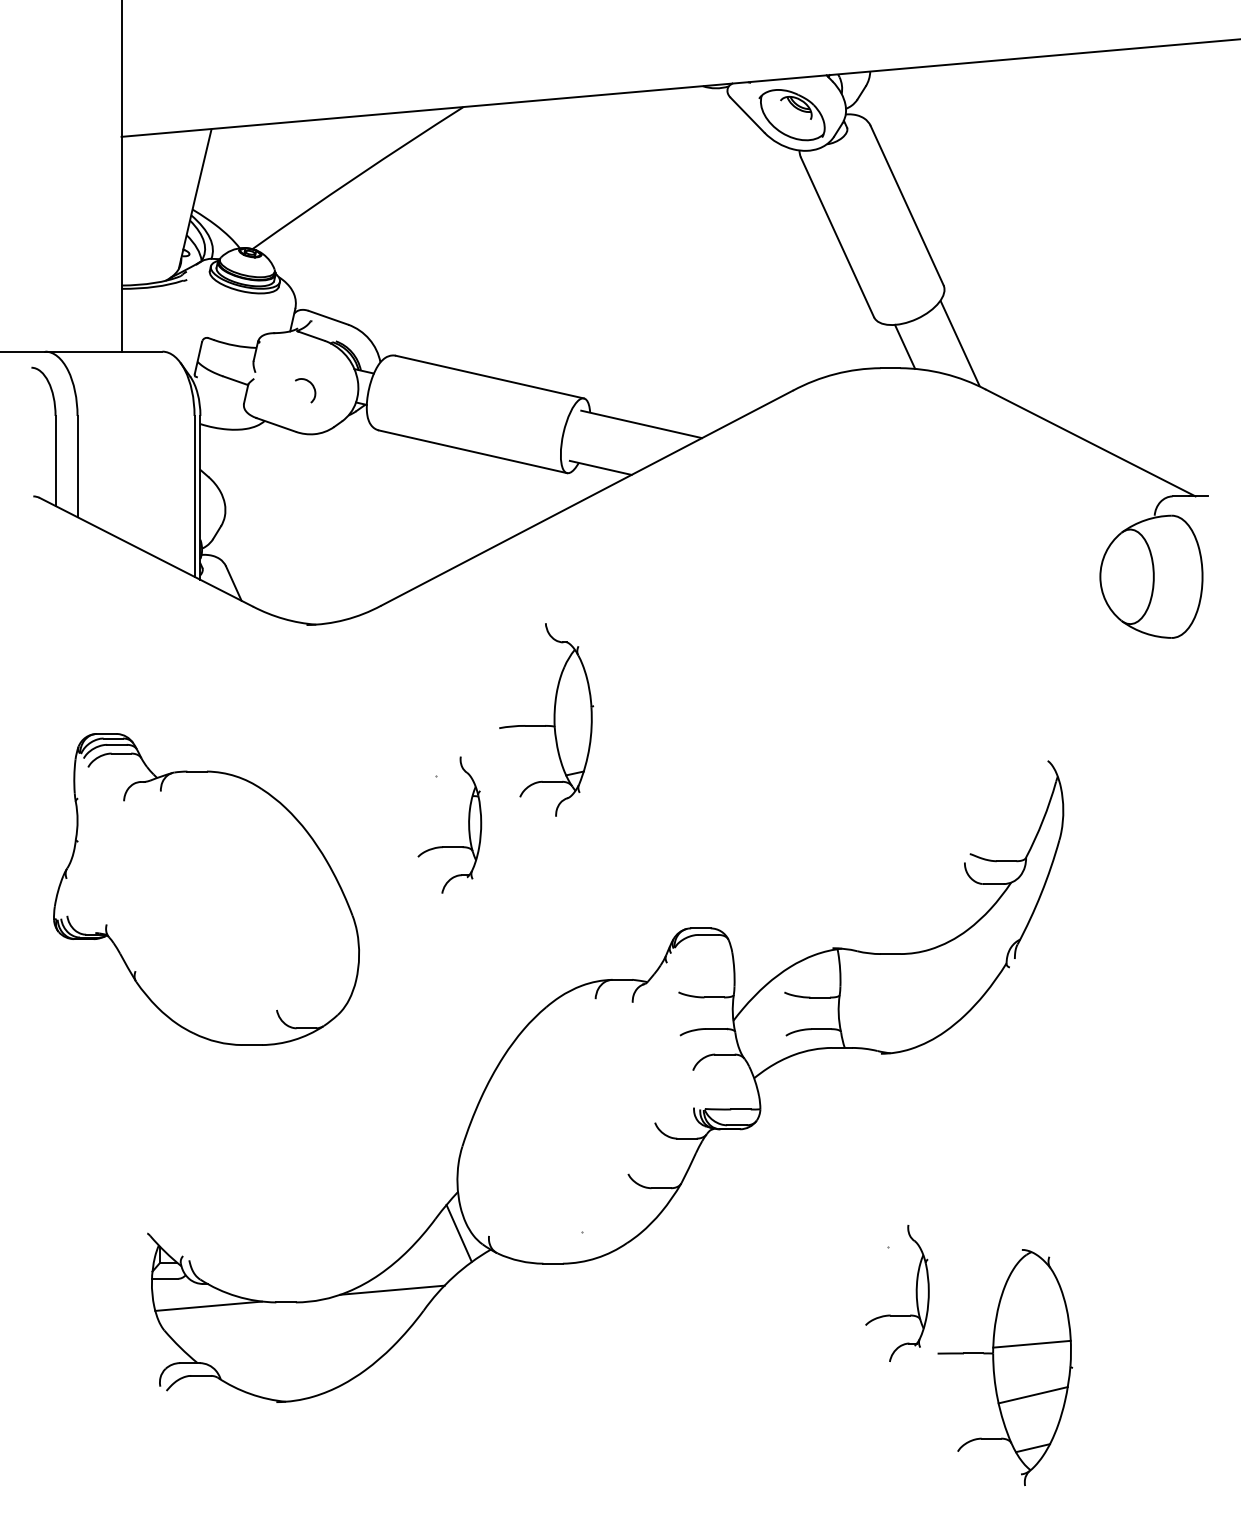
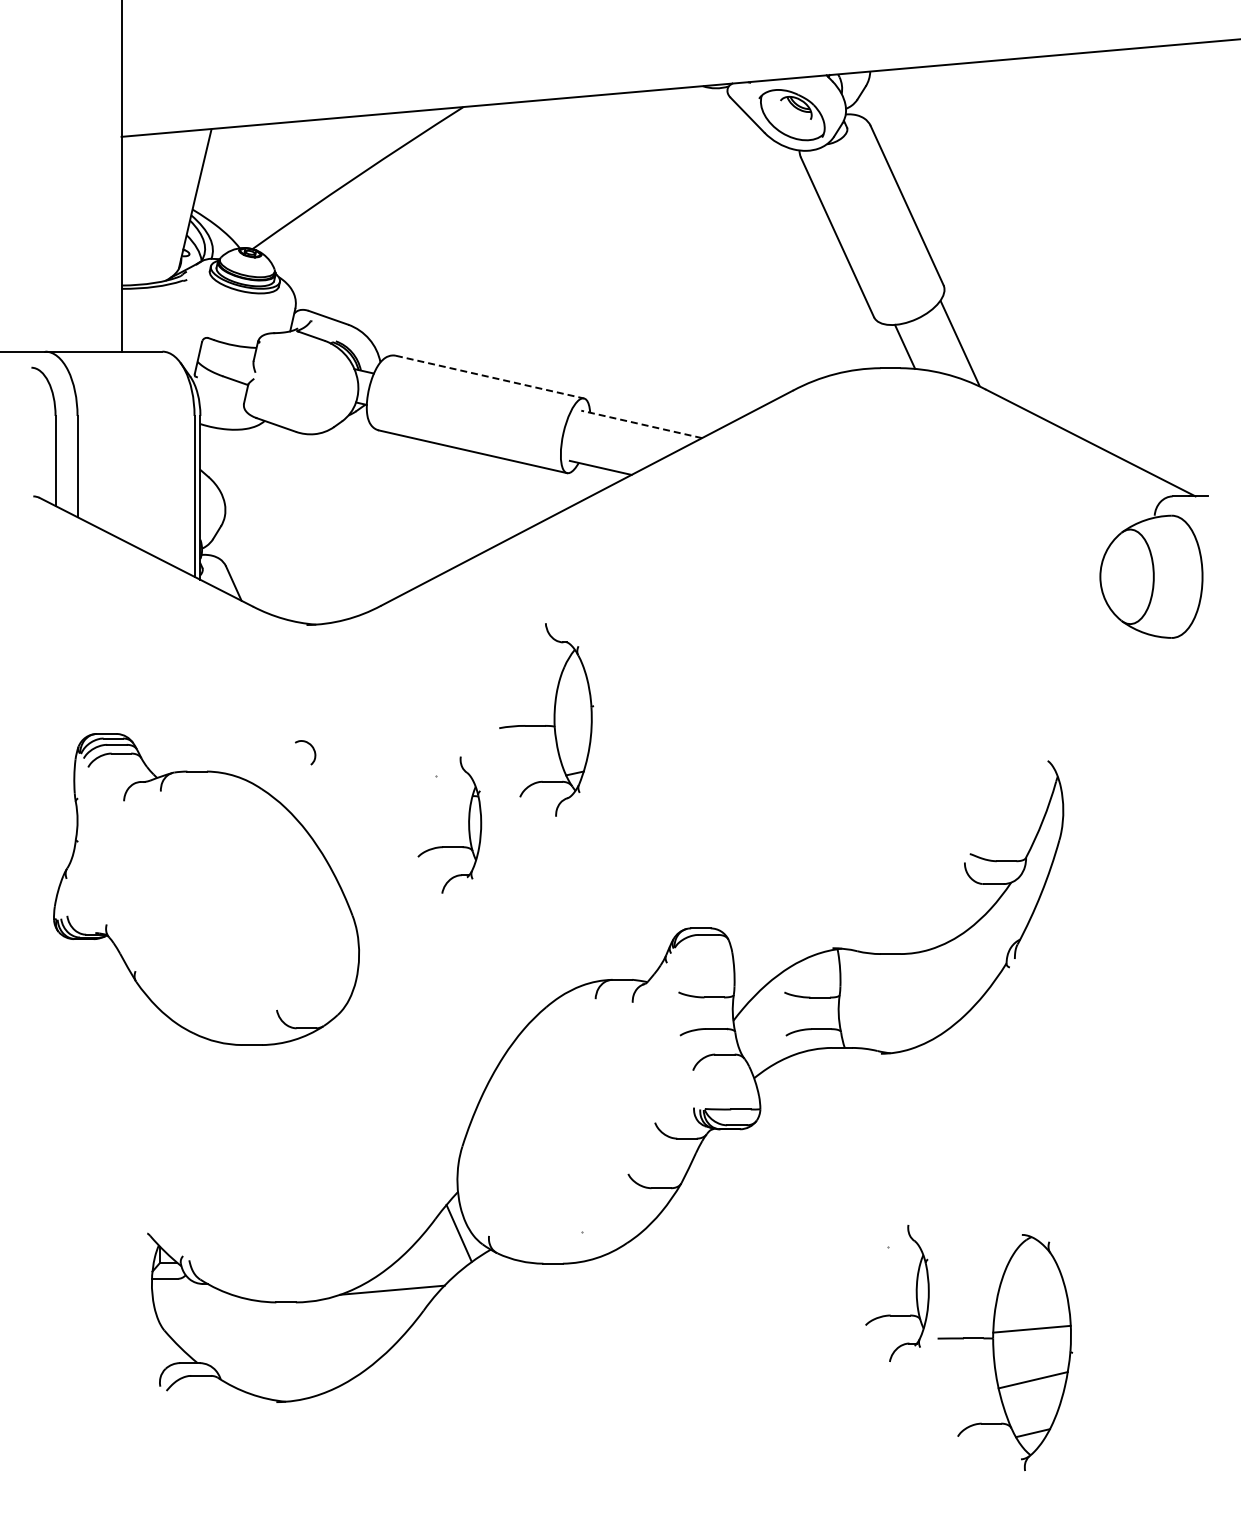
line at (490, 377): solid -> dashed
curve at (310, 384) position: (310, 384) -> (310, 746)
line at (641, 424): solid -> dashed
line at (208, 1305): present -> none
part at (1005, 1367) position: (1005, 1367) -> (1005, 1352)
